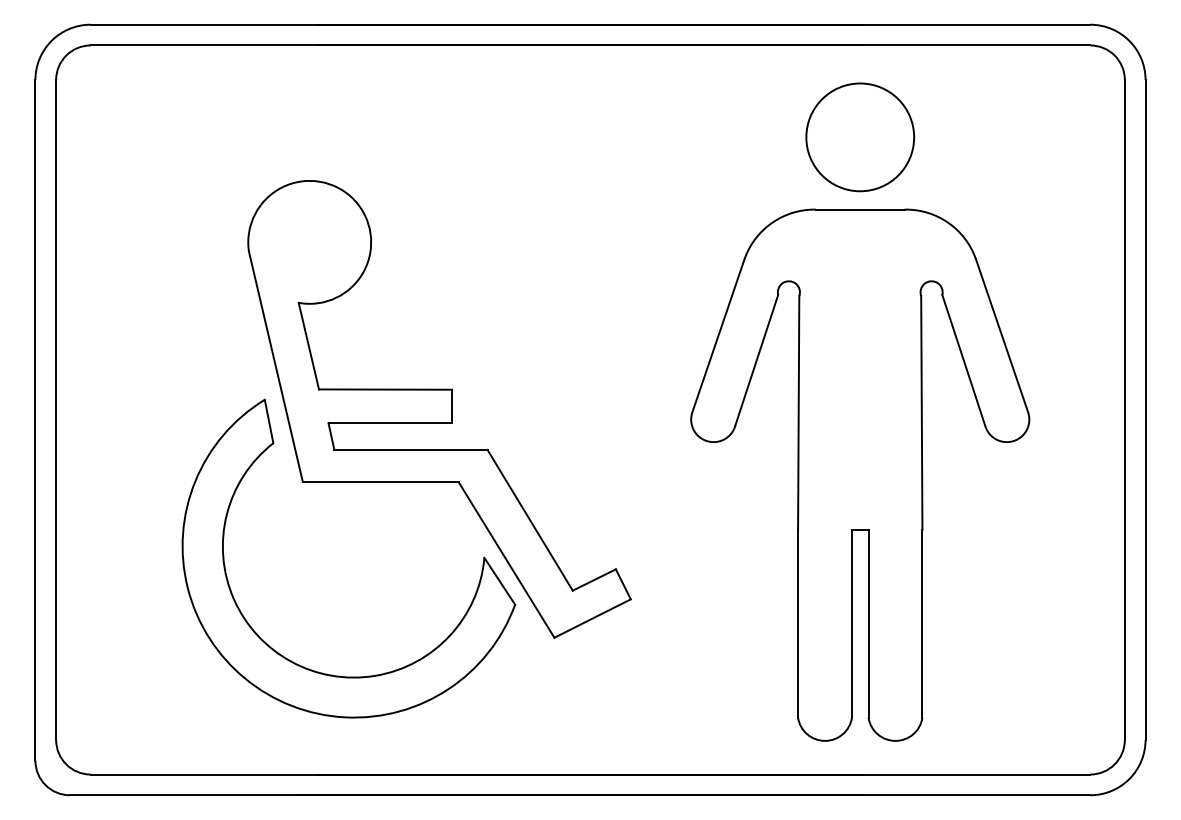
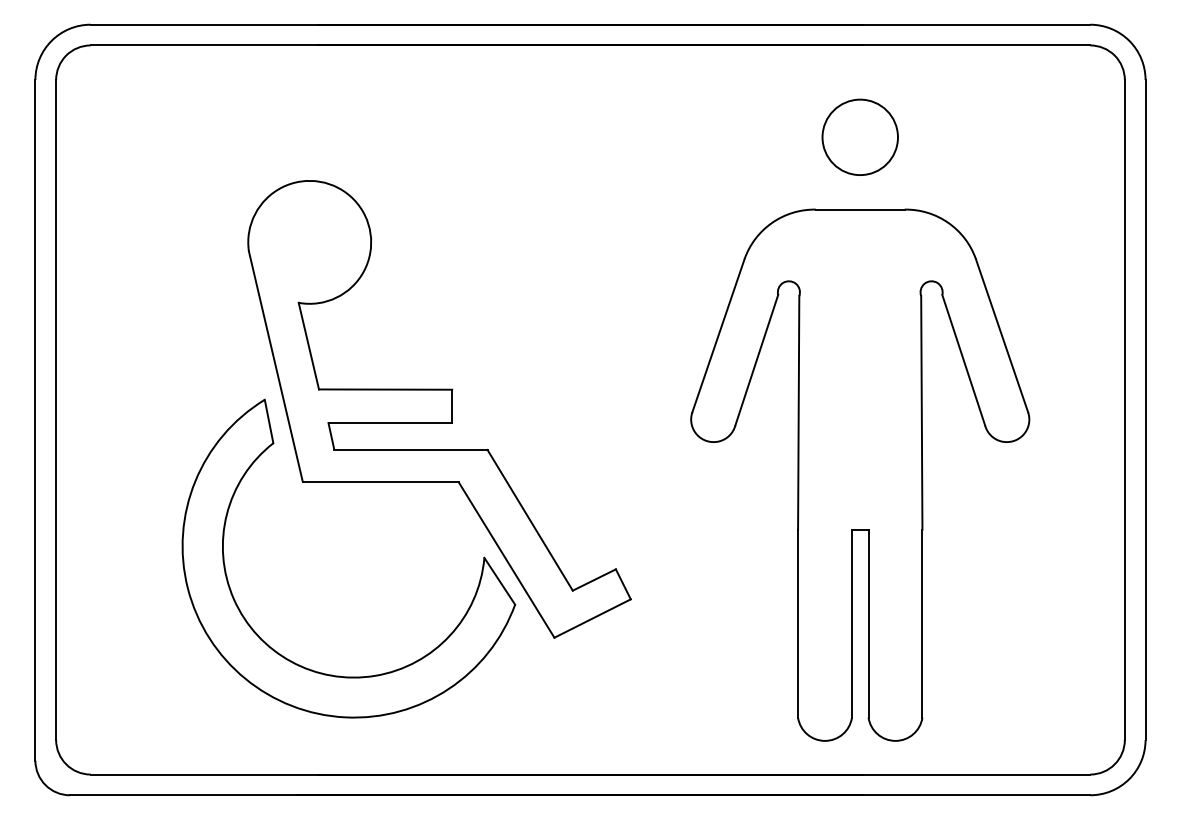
circle at (860, 137) diameter: 108 px -> 75 px
